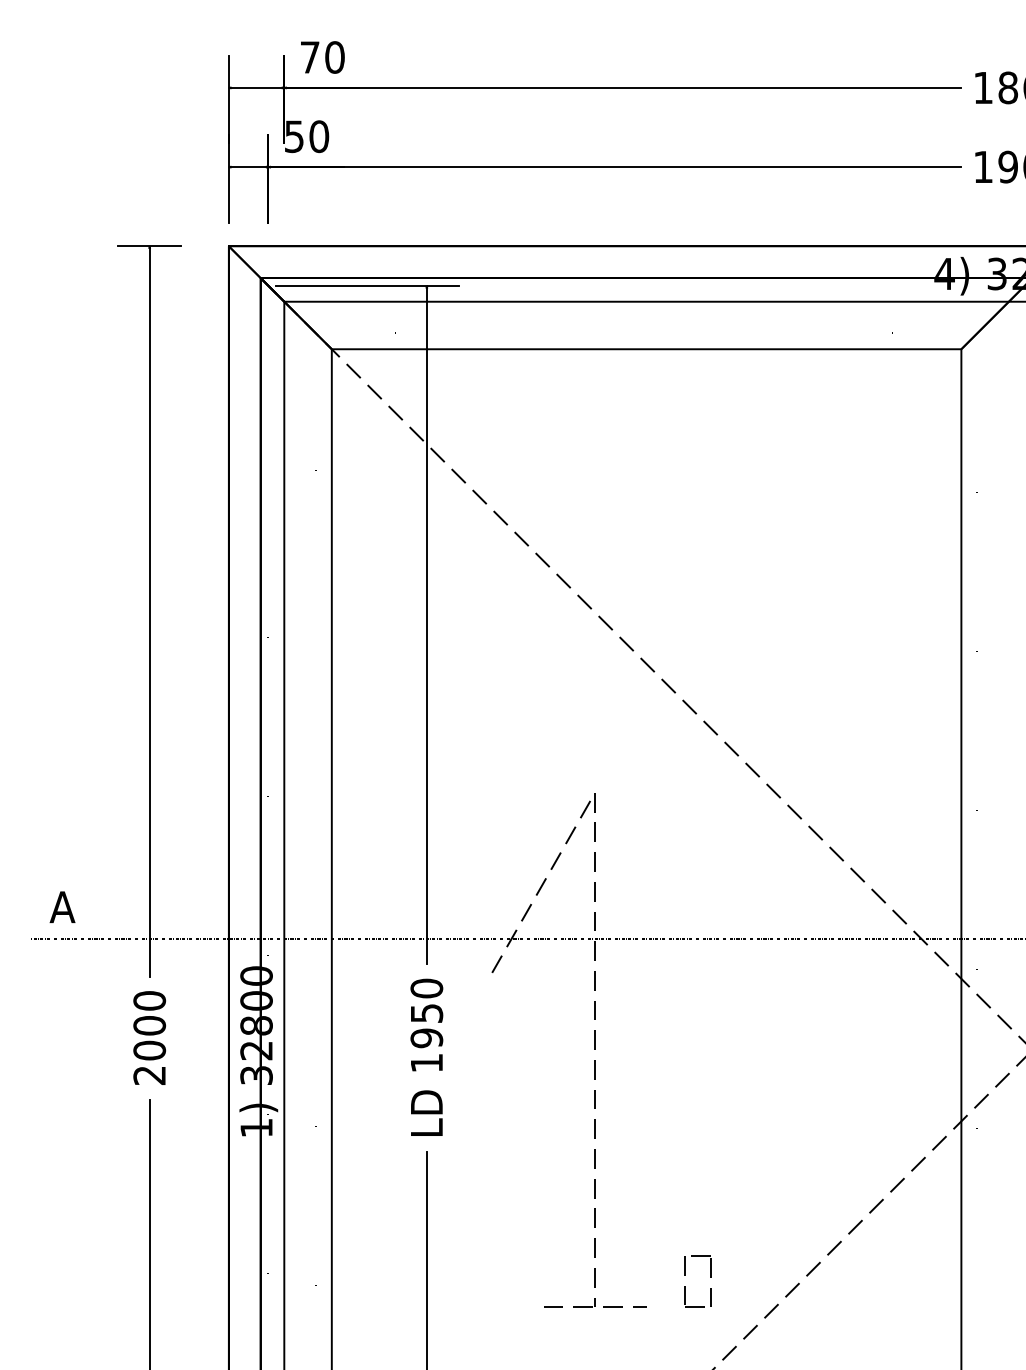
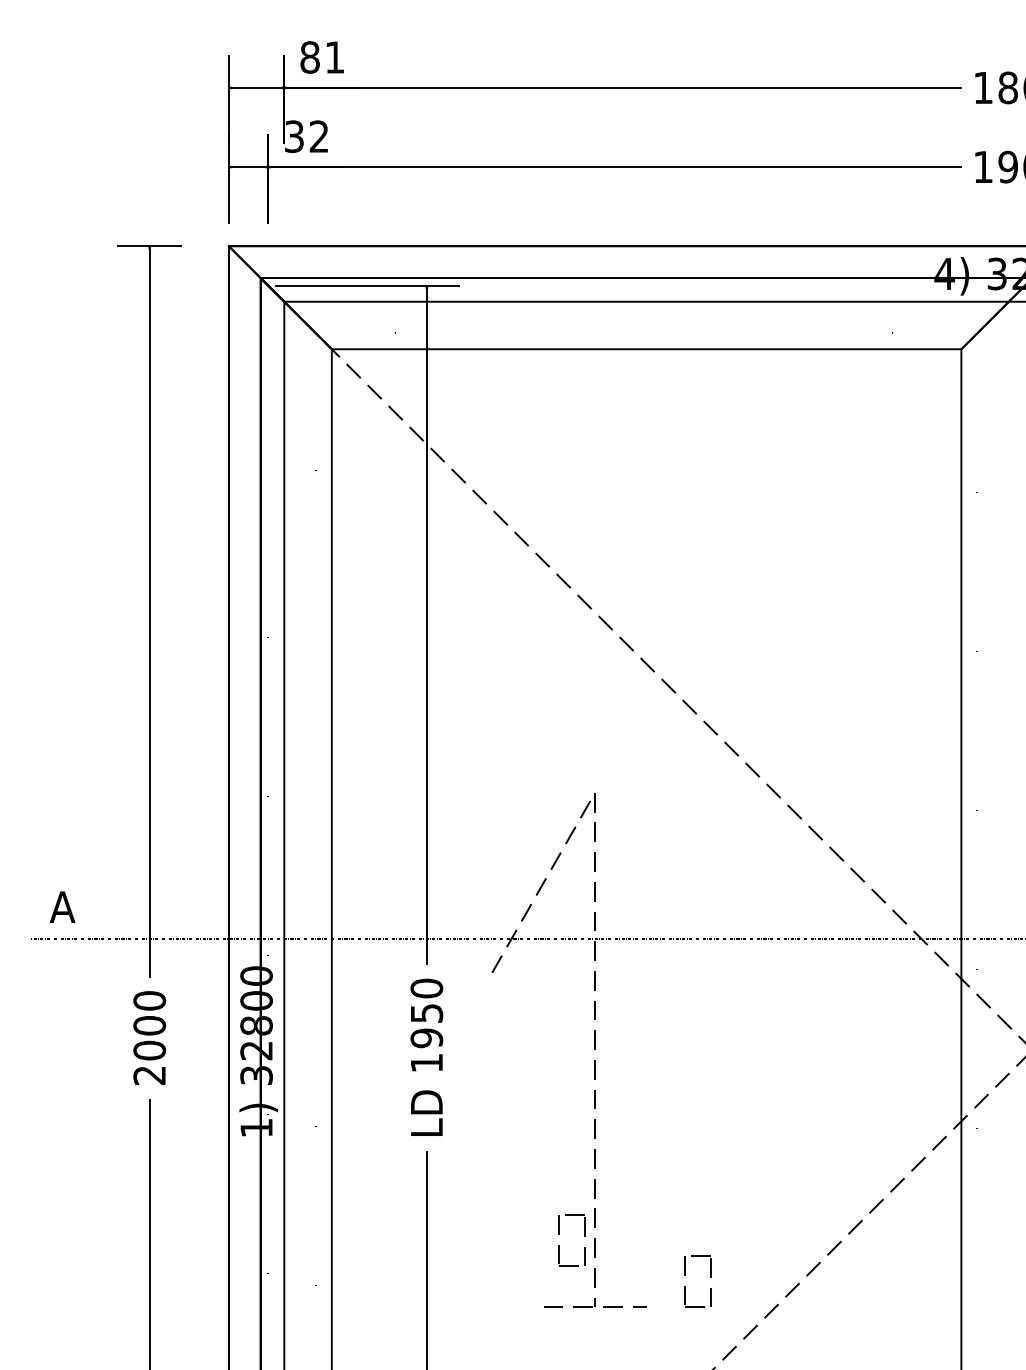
text at (322, 57): 70 -> 81
text at (307, 136): 50 -> 32
part at (559, 1245): none -> present
